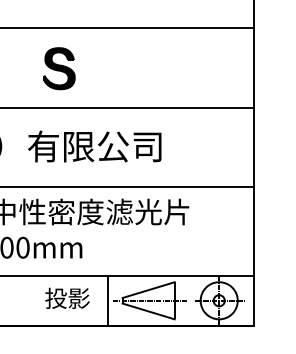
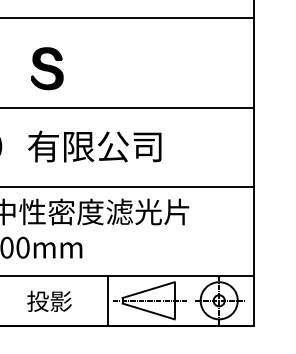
line at (127, 28) position: (127, 28) -> (127, 18)
part at (59, 68) position: (59, 68) -> (47, 68)
text at (67, 297) position: (67, 297) -> (49, 300)
